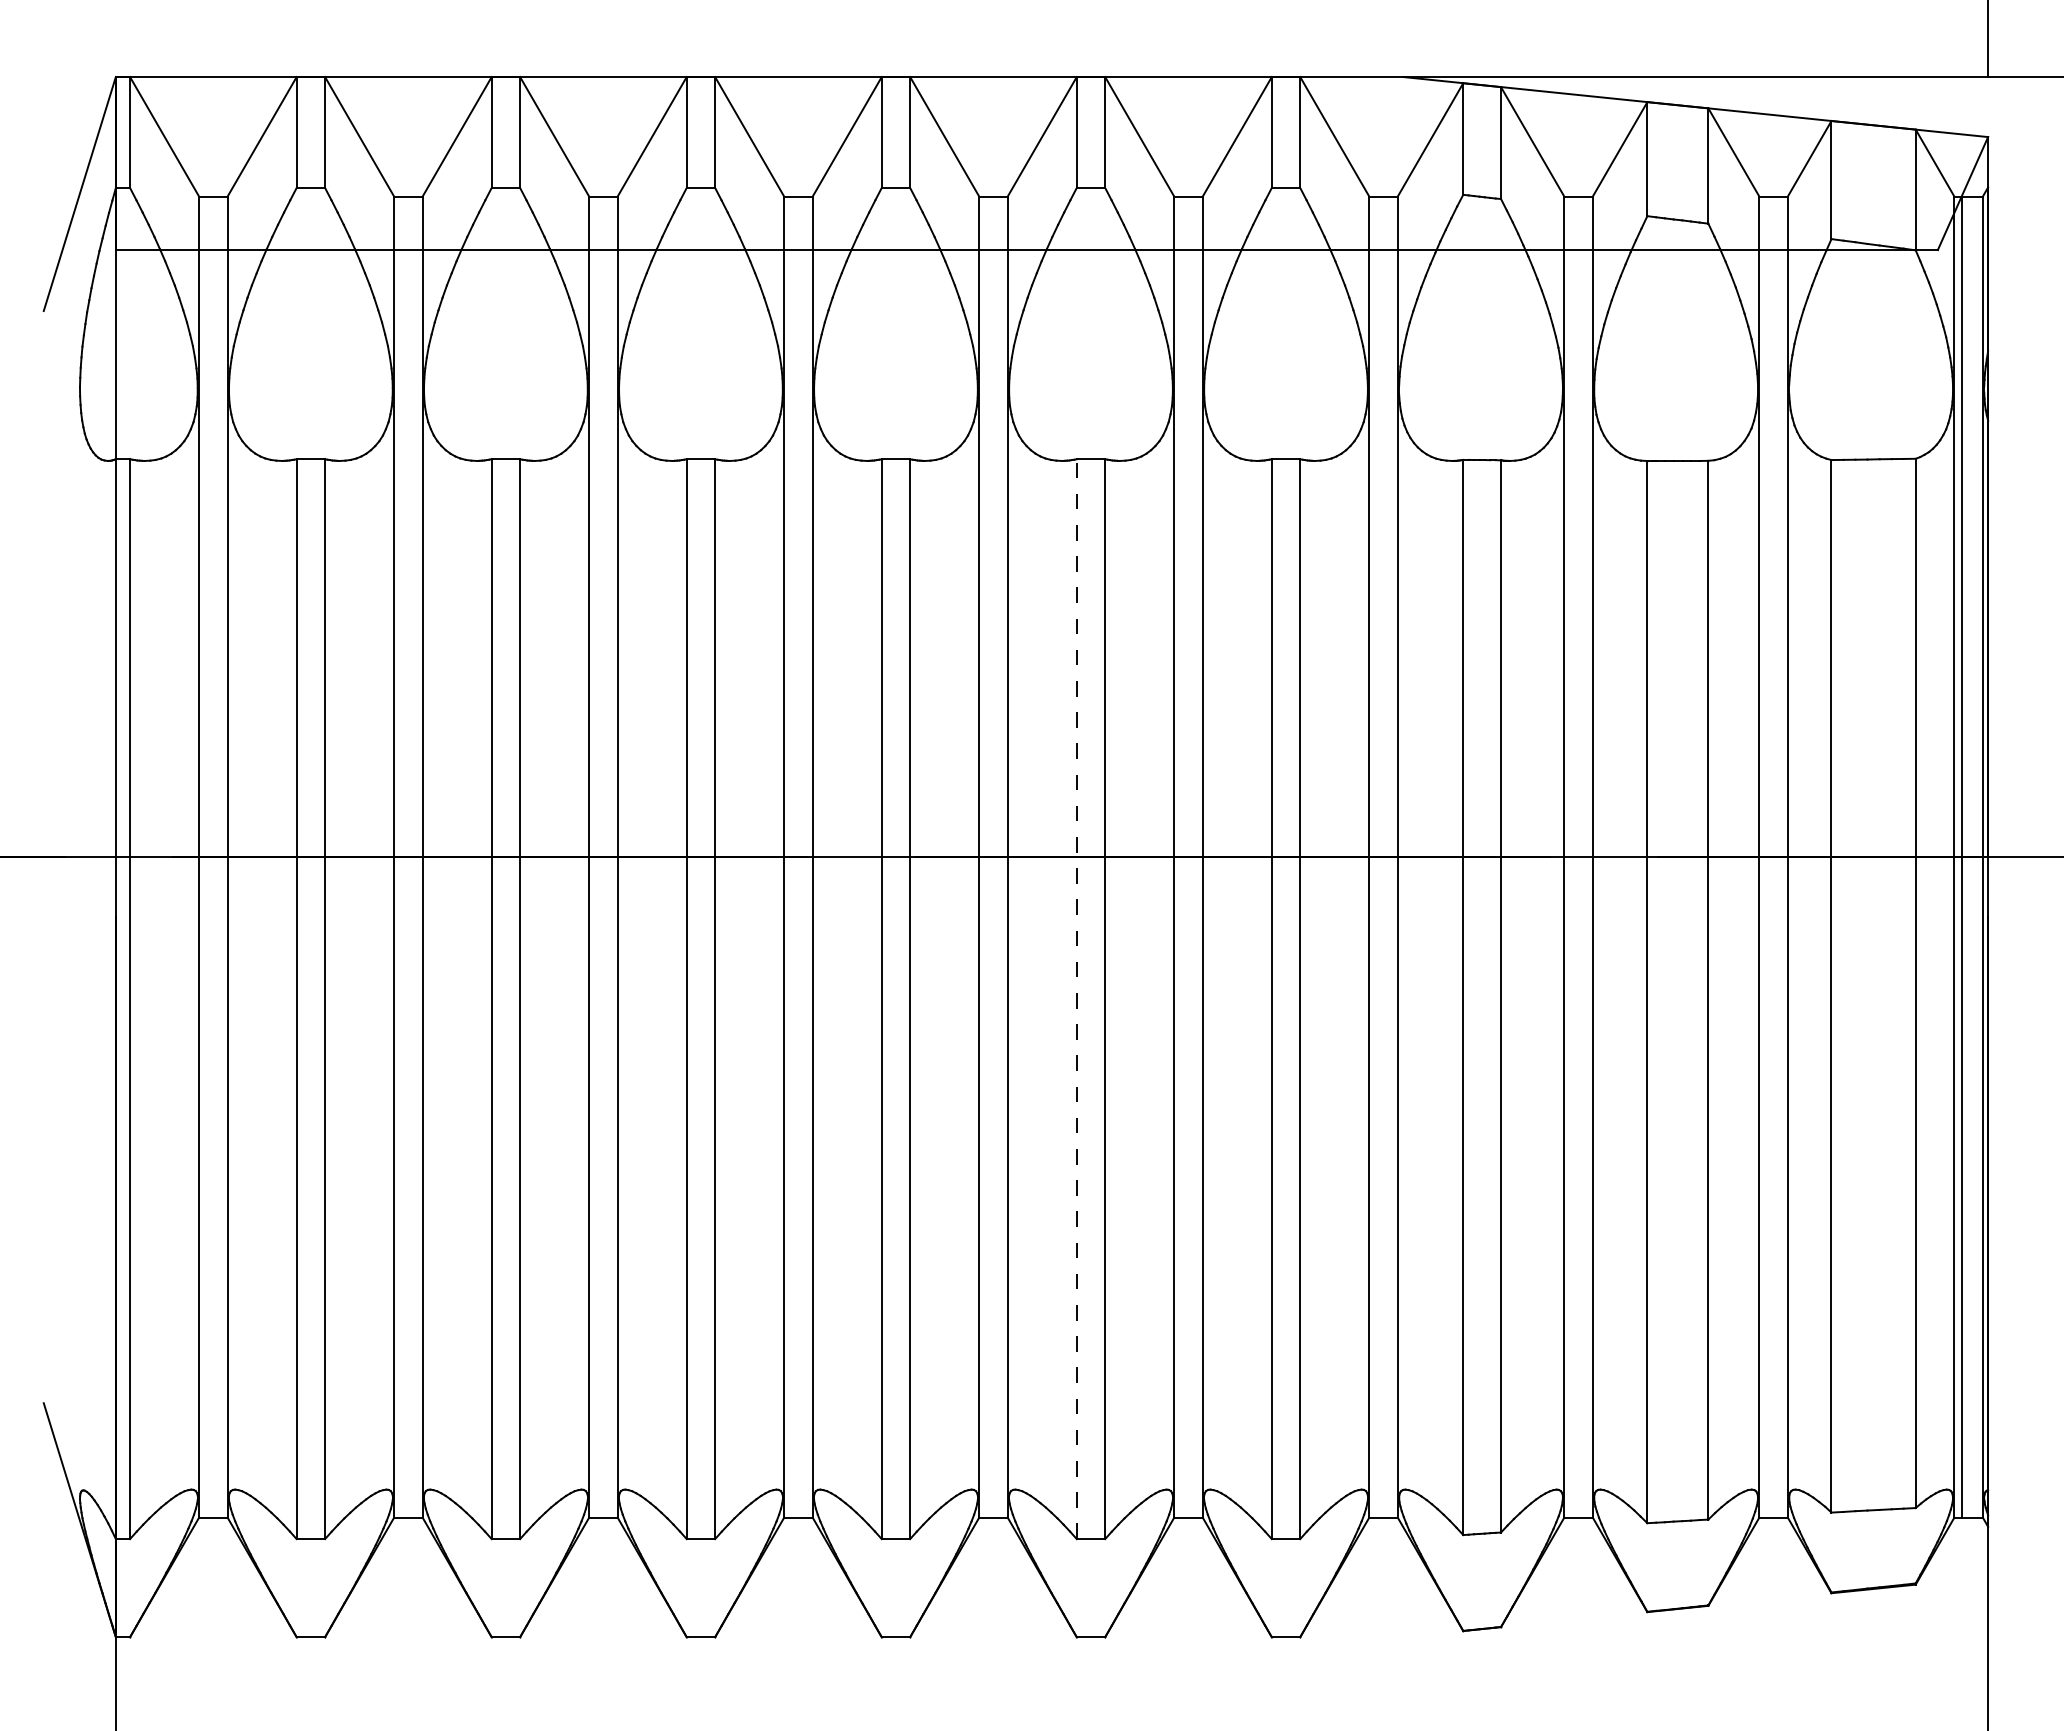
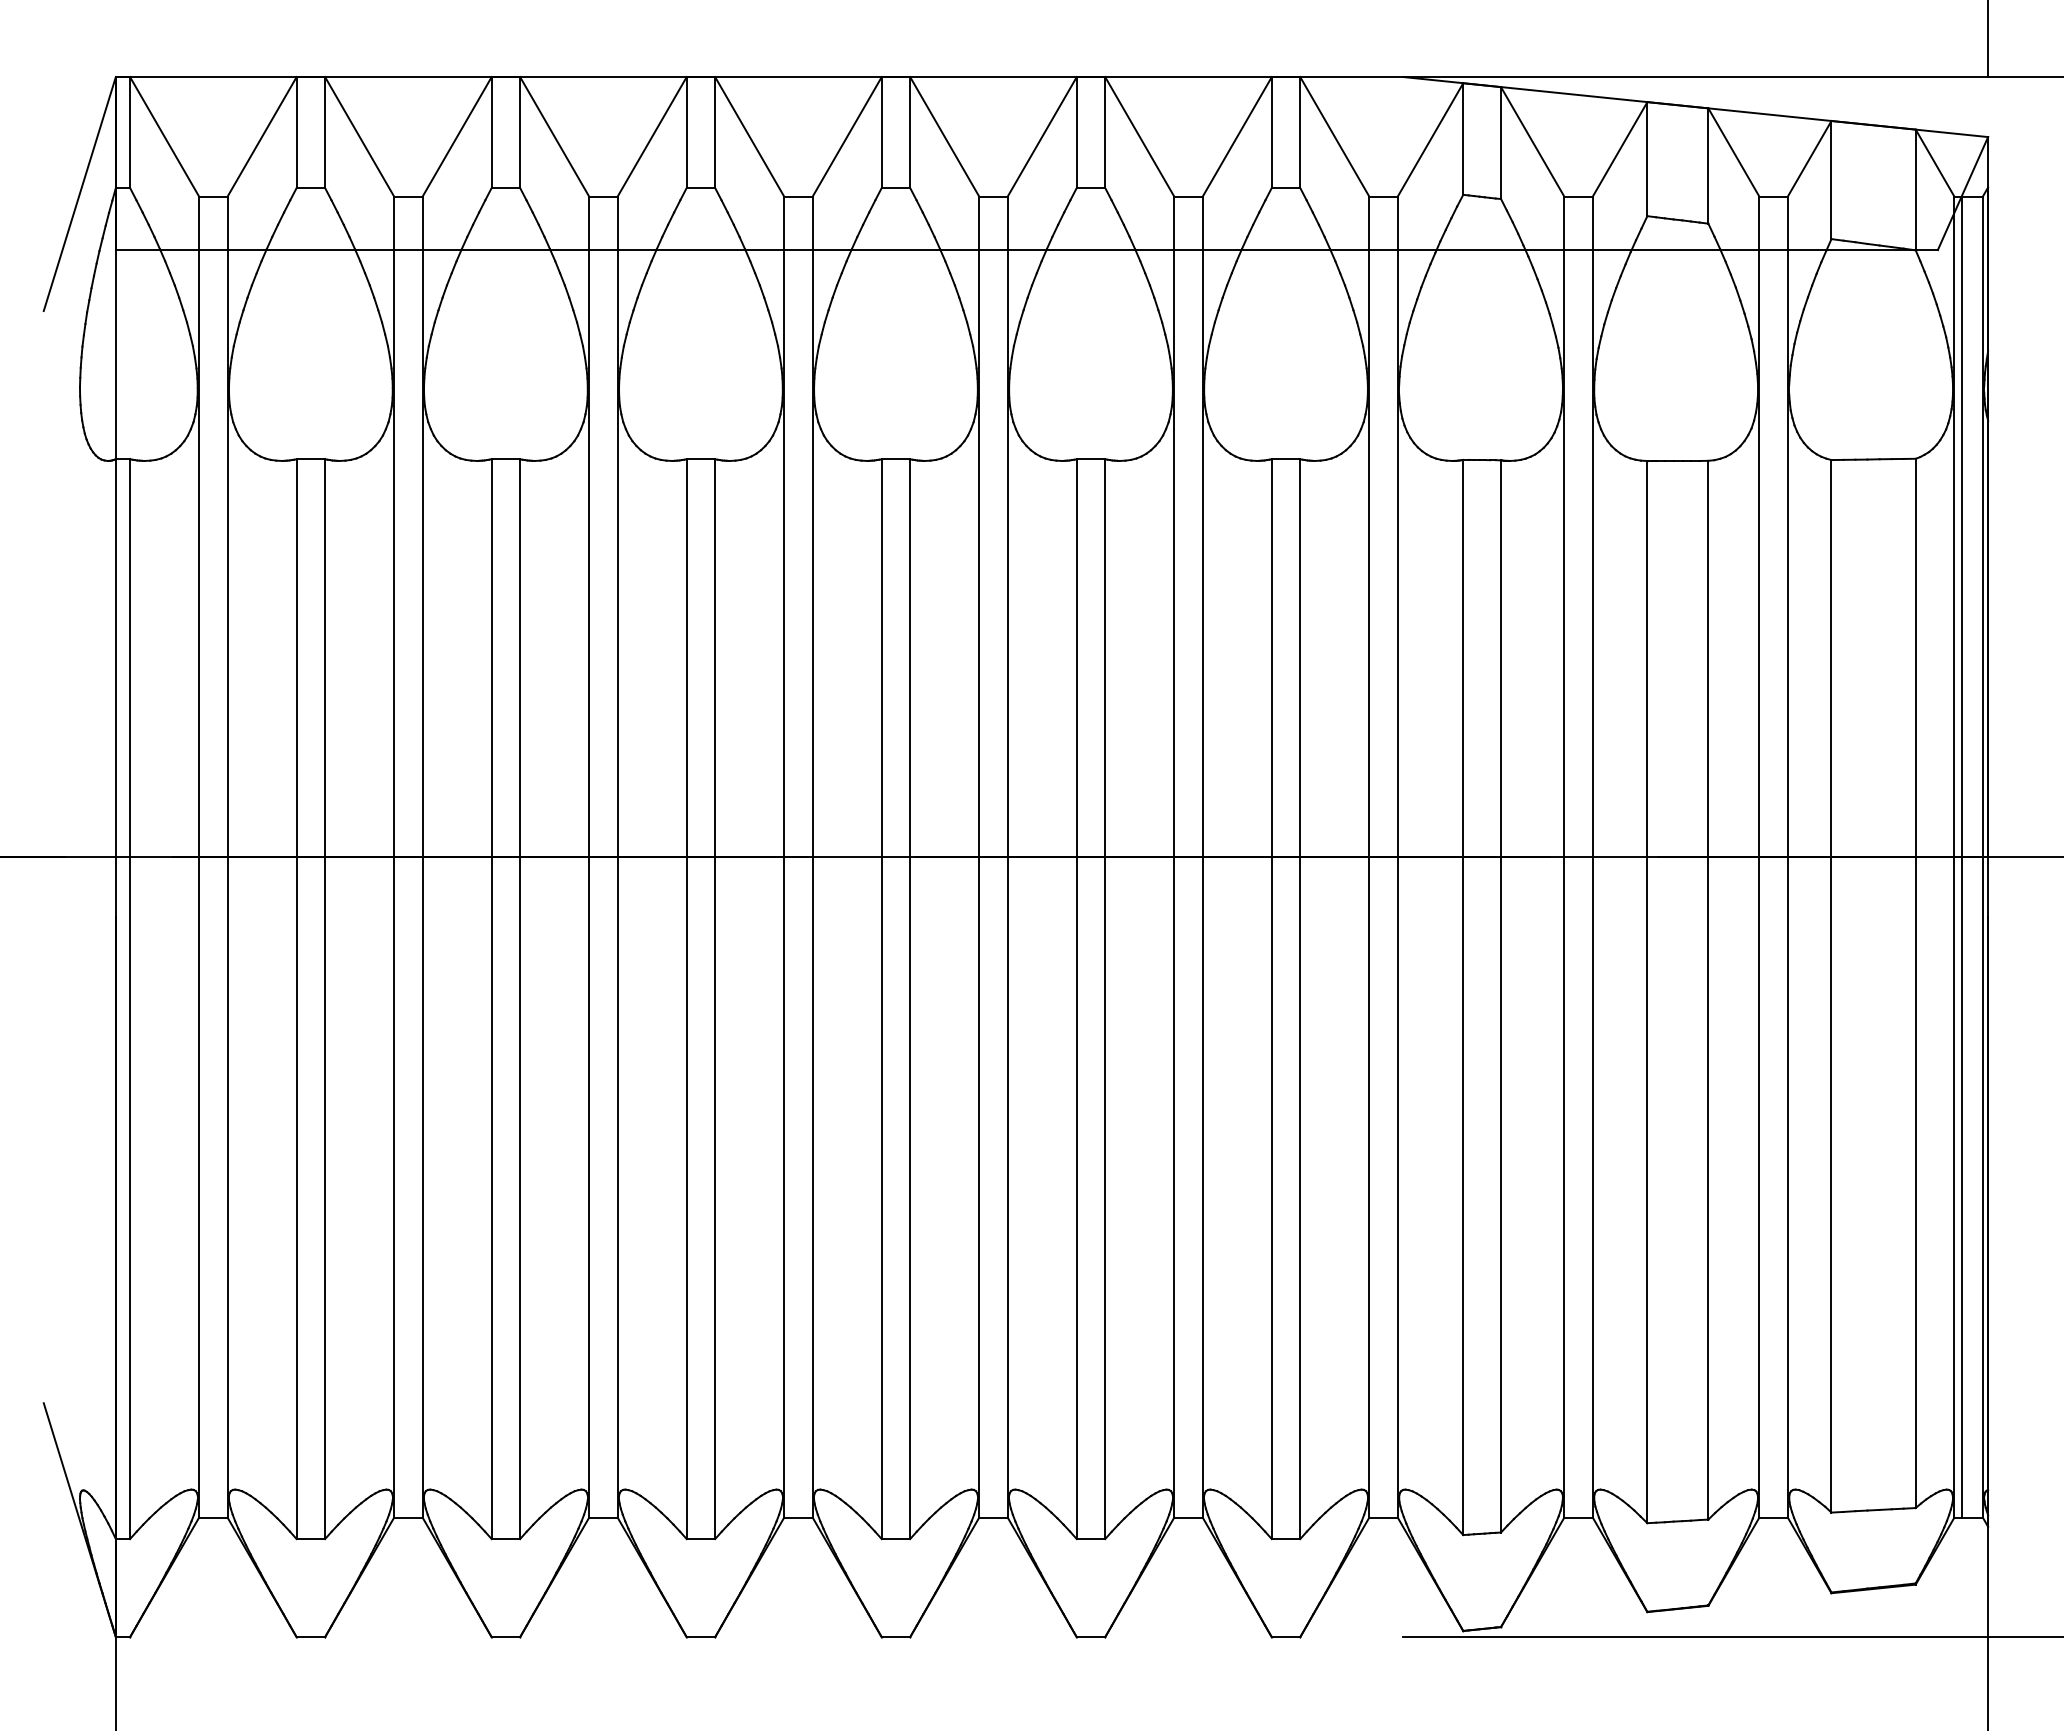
line at (1076, 999): dashed -> solid
line at (1731, 1637): none -> present
